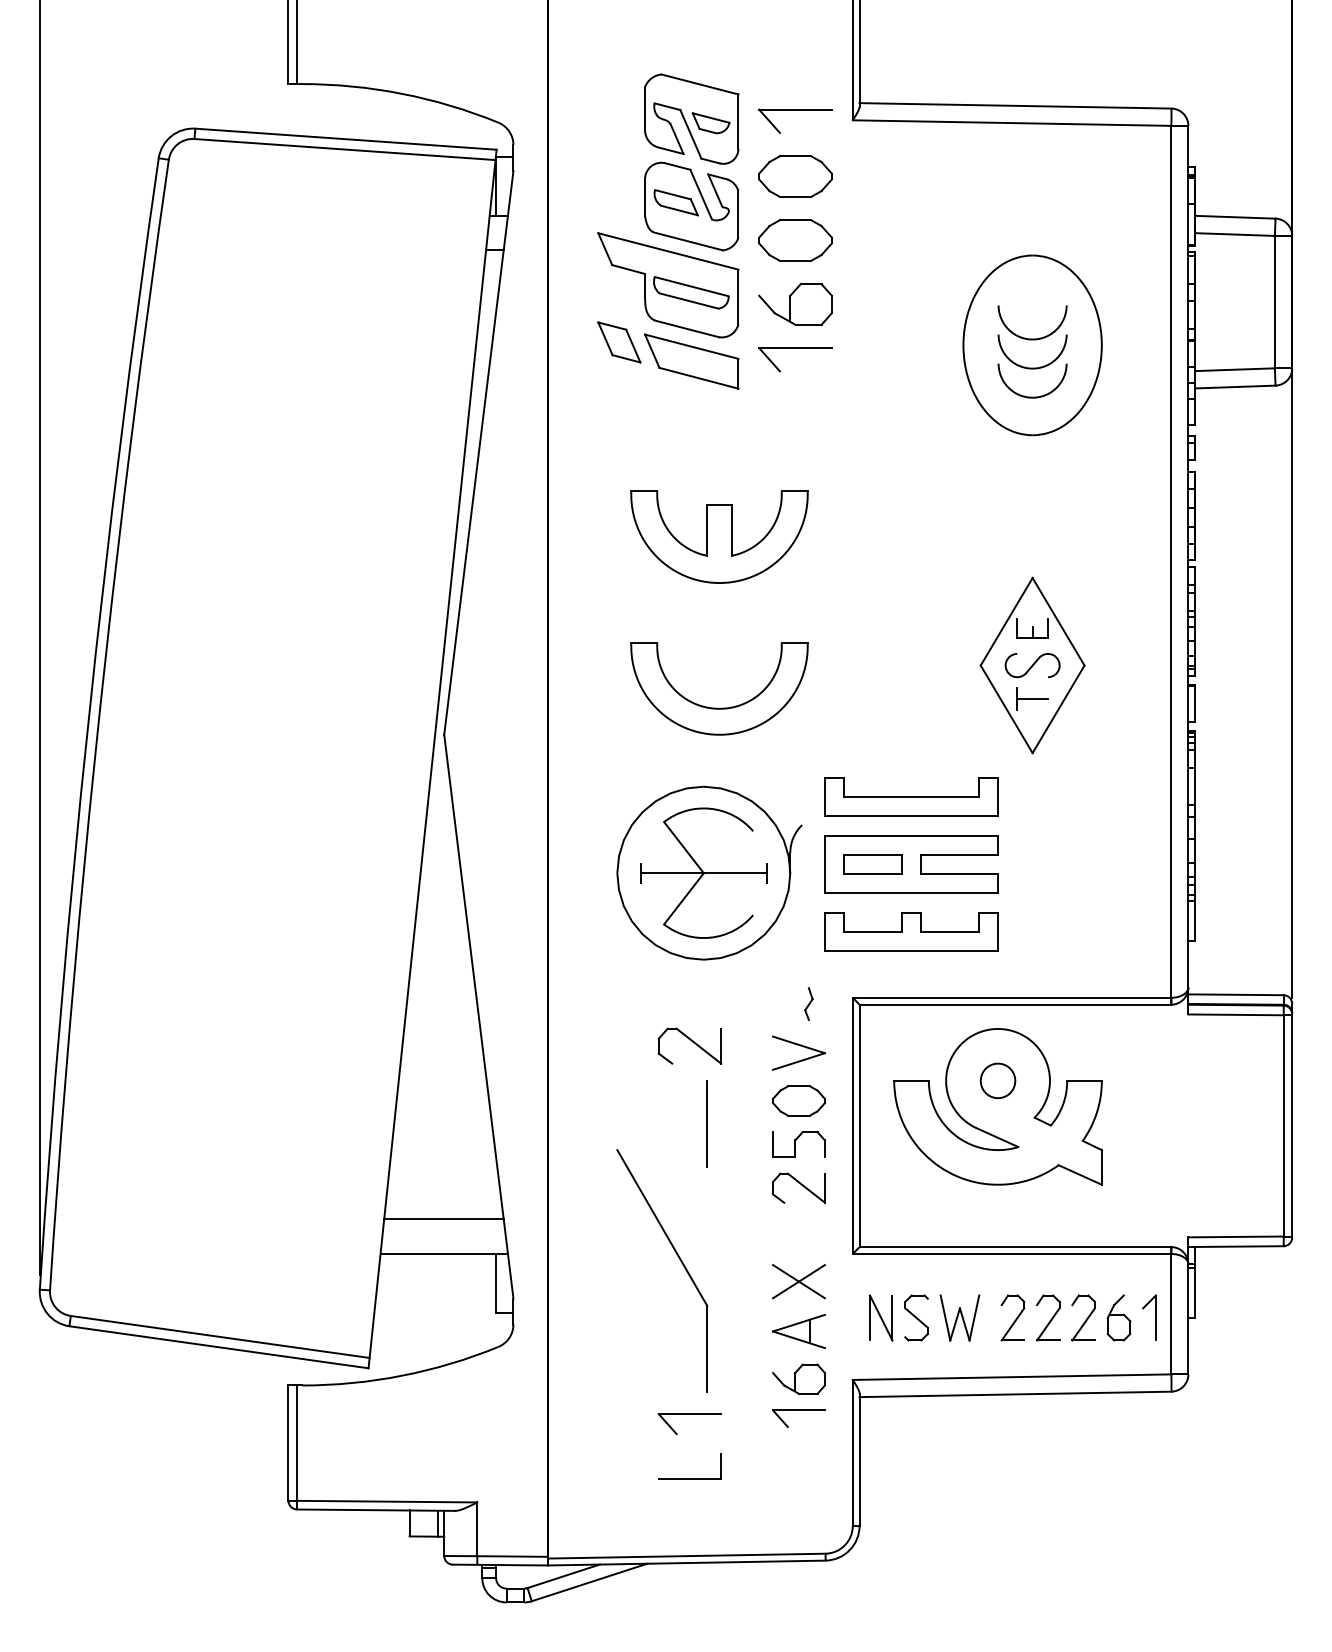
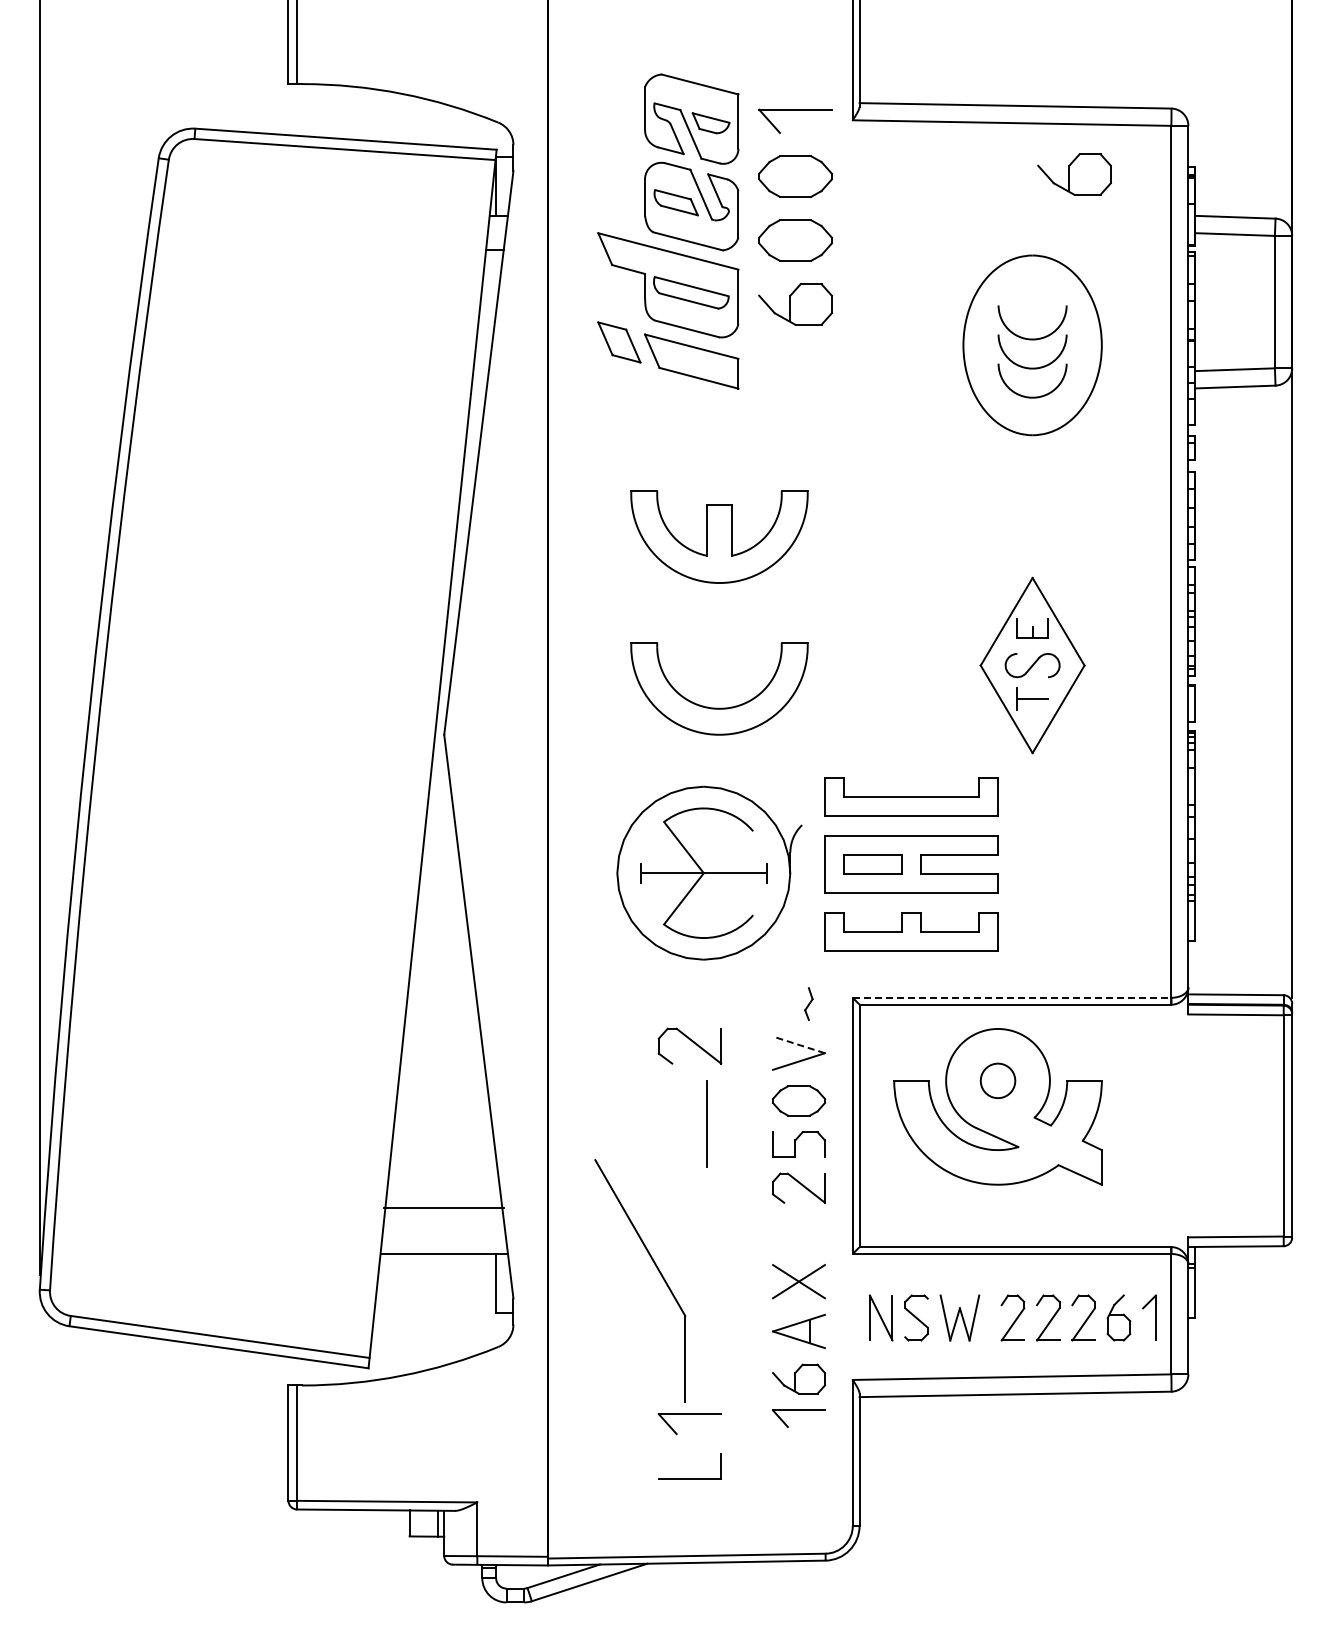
part at (1074, 174): none -> present
part at (795, 348): present -> none
line at (1012, 997): solid -> dashed
line at (798, 1044): solid -> dashed
line at (443, 1219) position: (443, 1219) -> (443, 1208)
part at (678, 1258) position: (678, 1258) -> (656, 1268)
